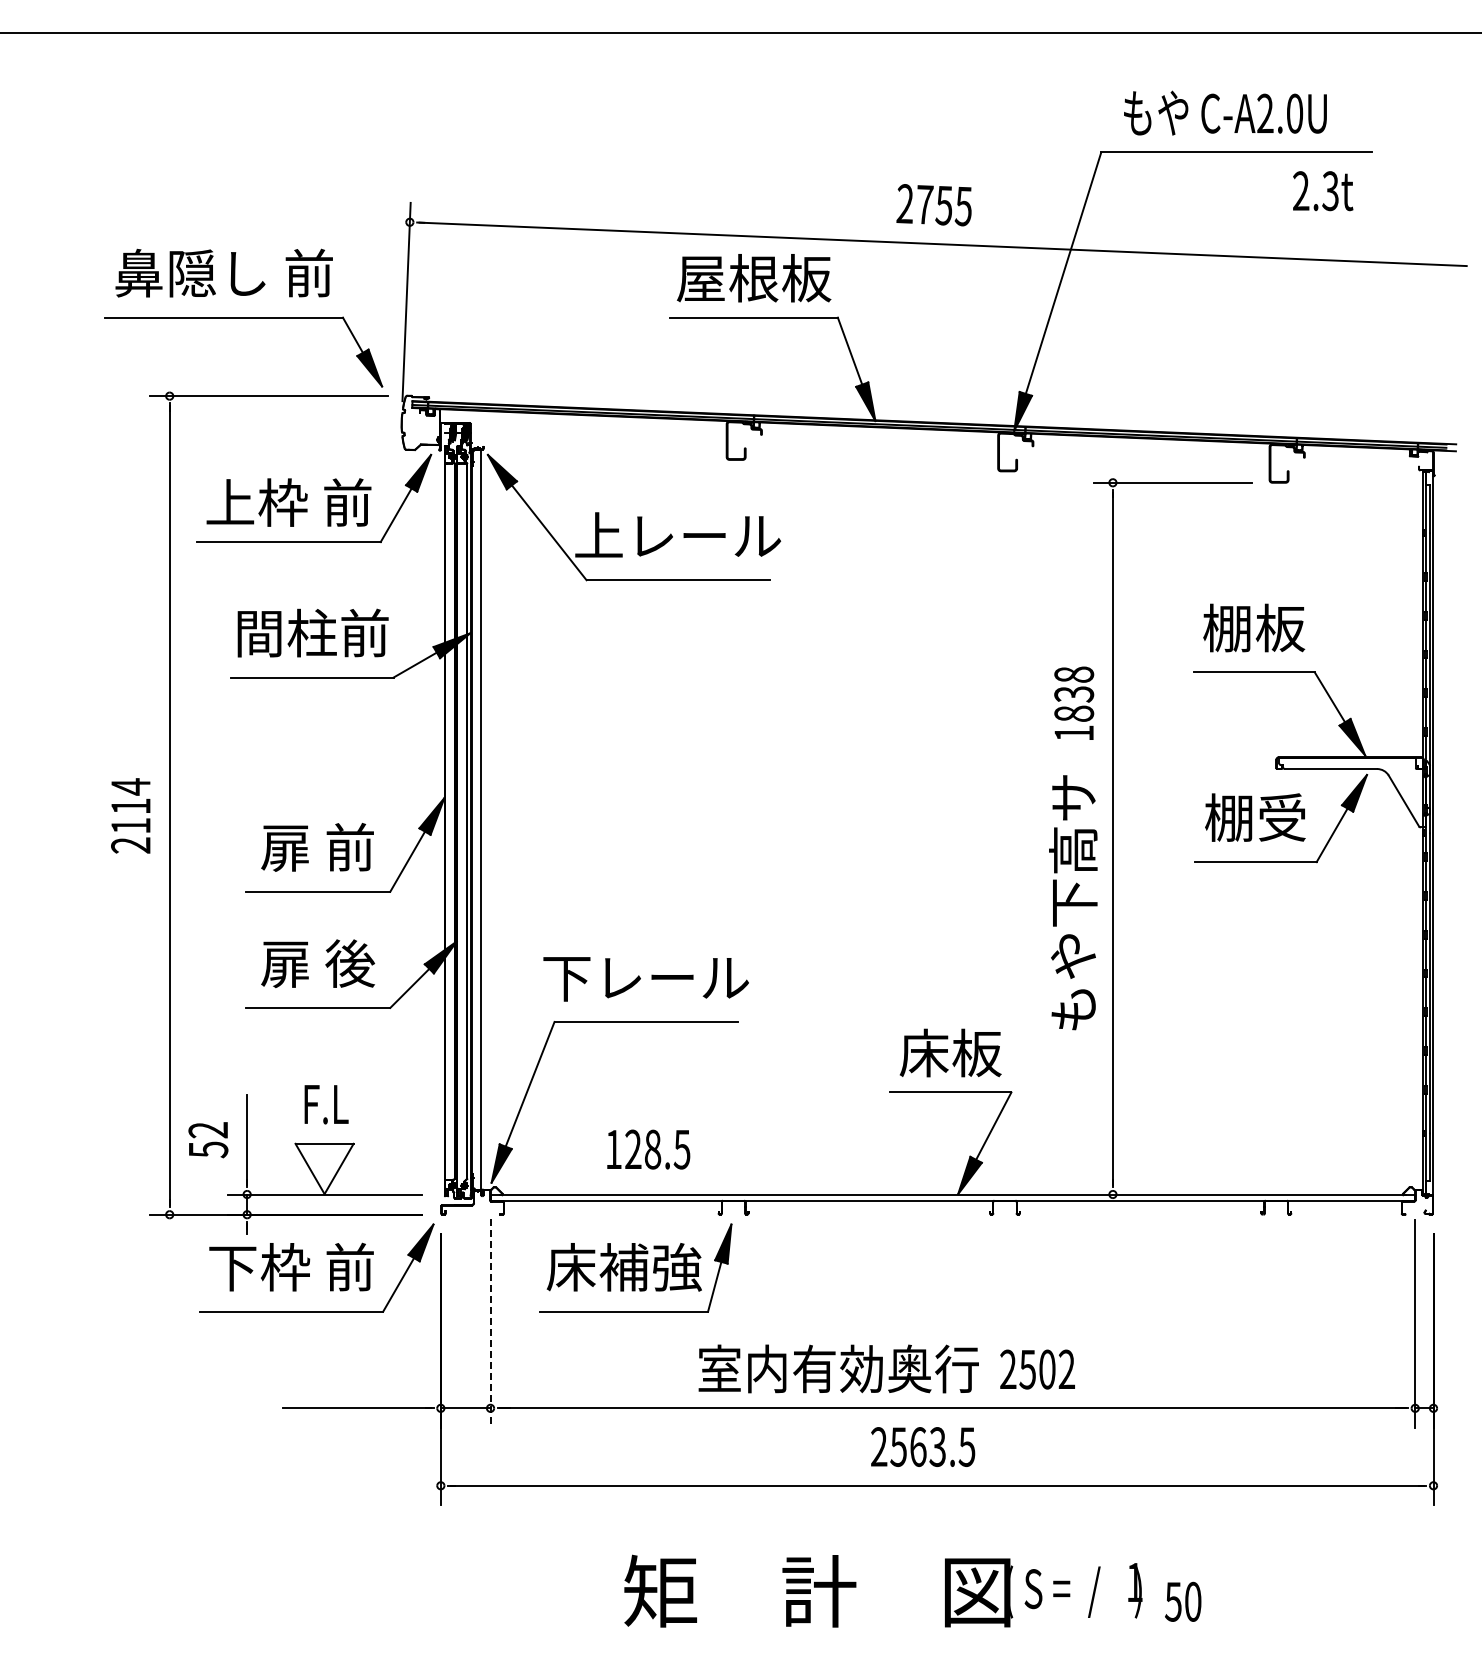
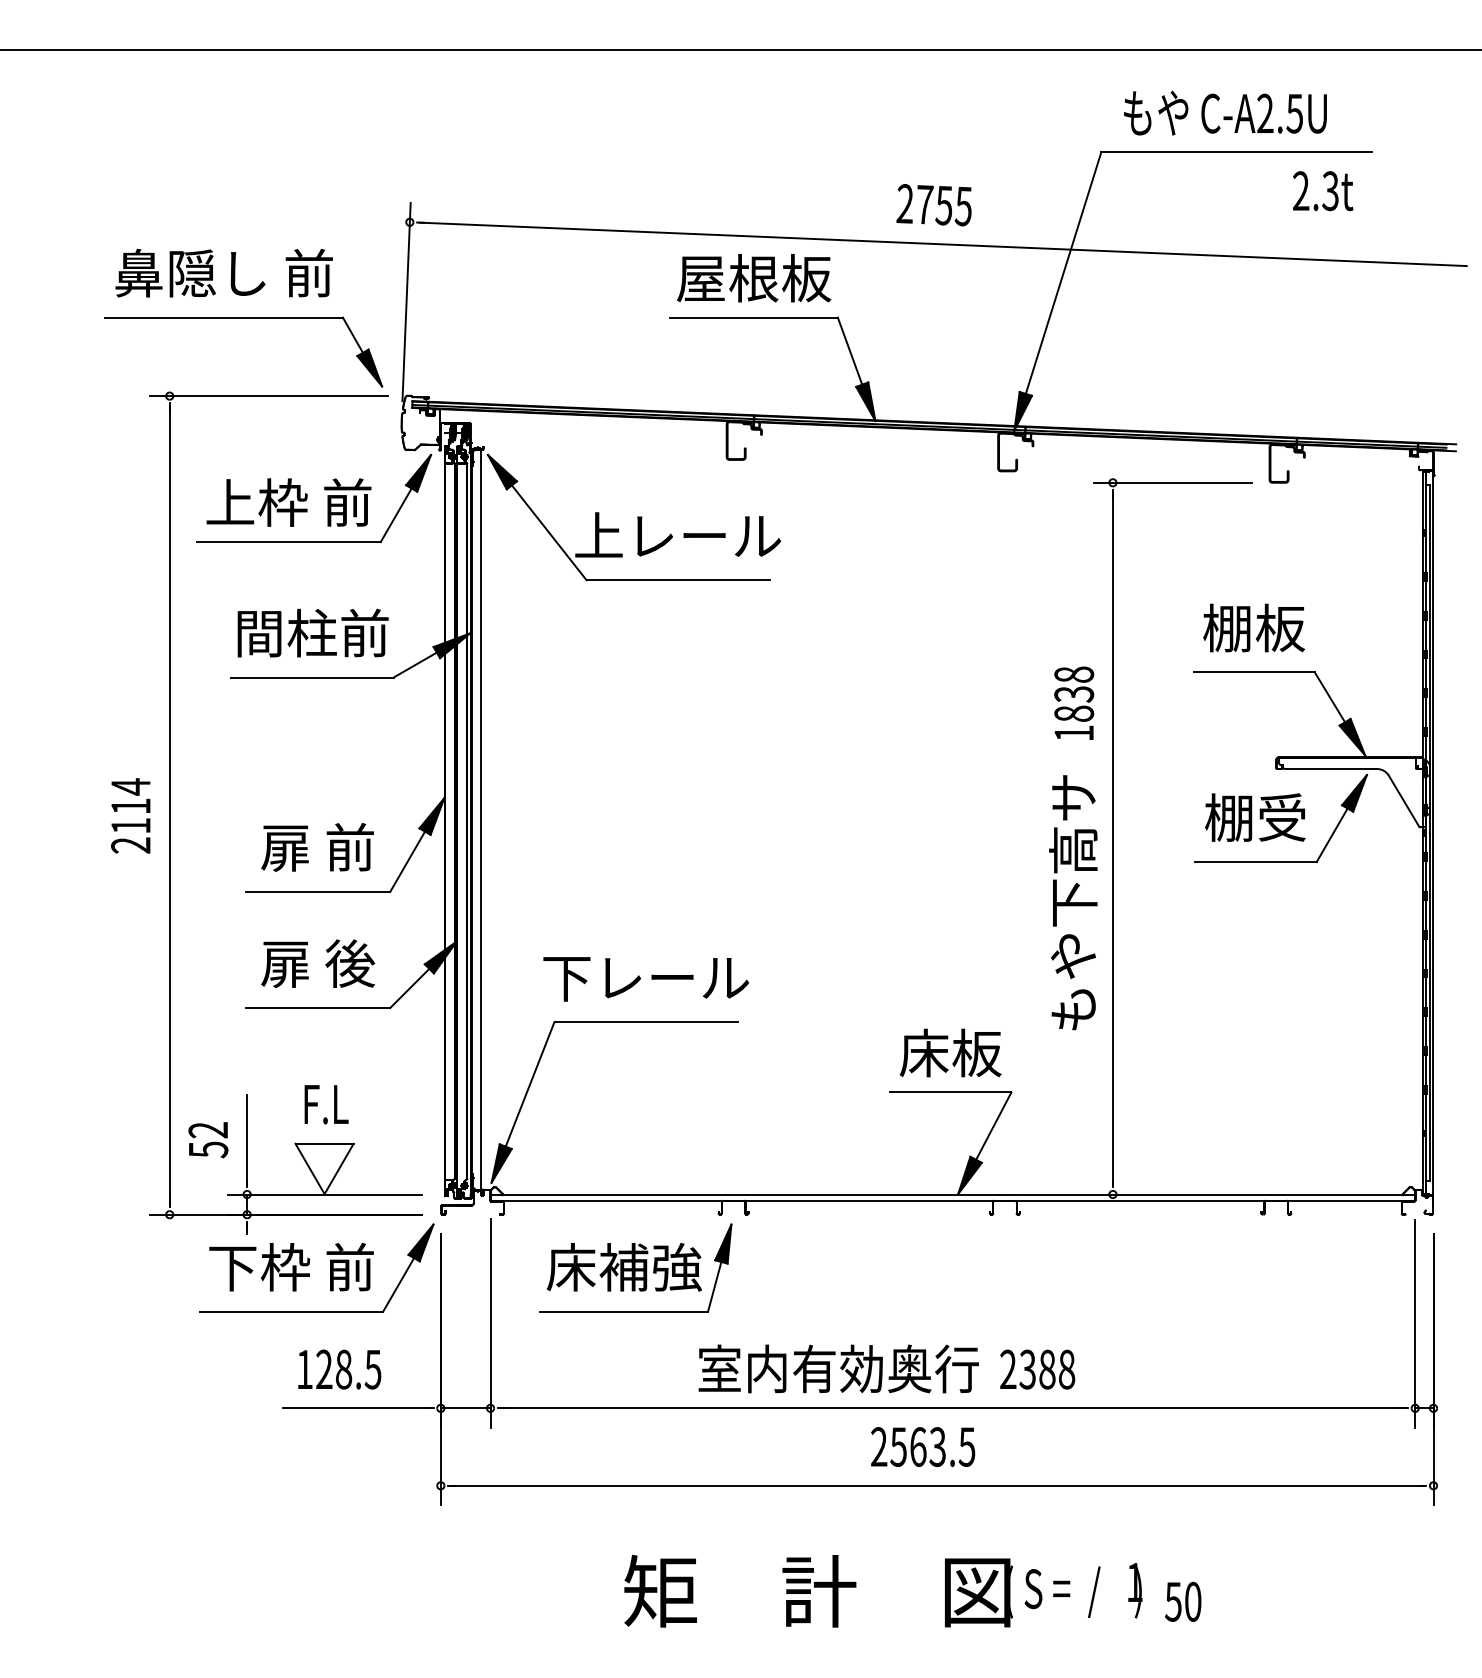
line at (740, 33) position: (740, 33) -> (740, 50)
text at (1294, 113): C-A2.0U -> C-A2.5U
text at (648, 1149) position: (648, 1149) -> (339, 1369)
line at (490, 1324): dashed -> solid
text at (1047, 1369): 2502 -> 2388
